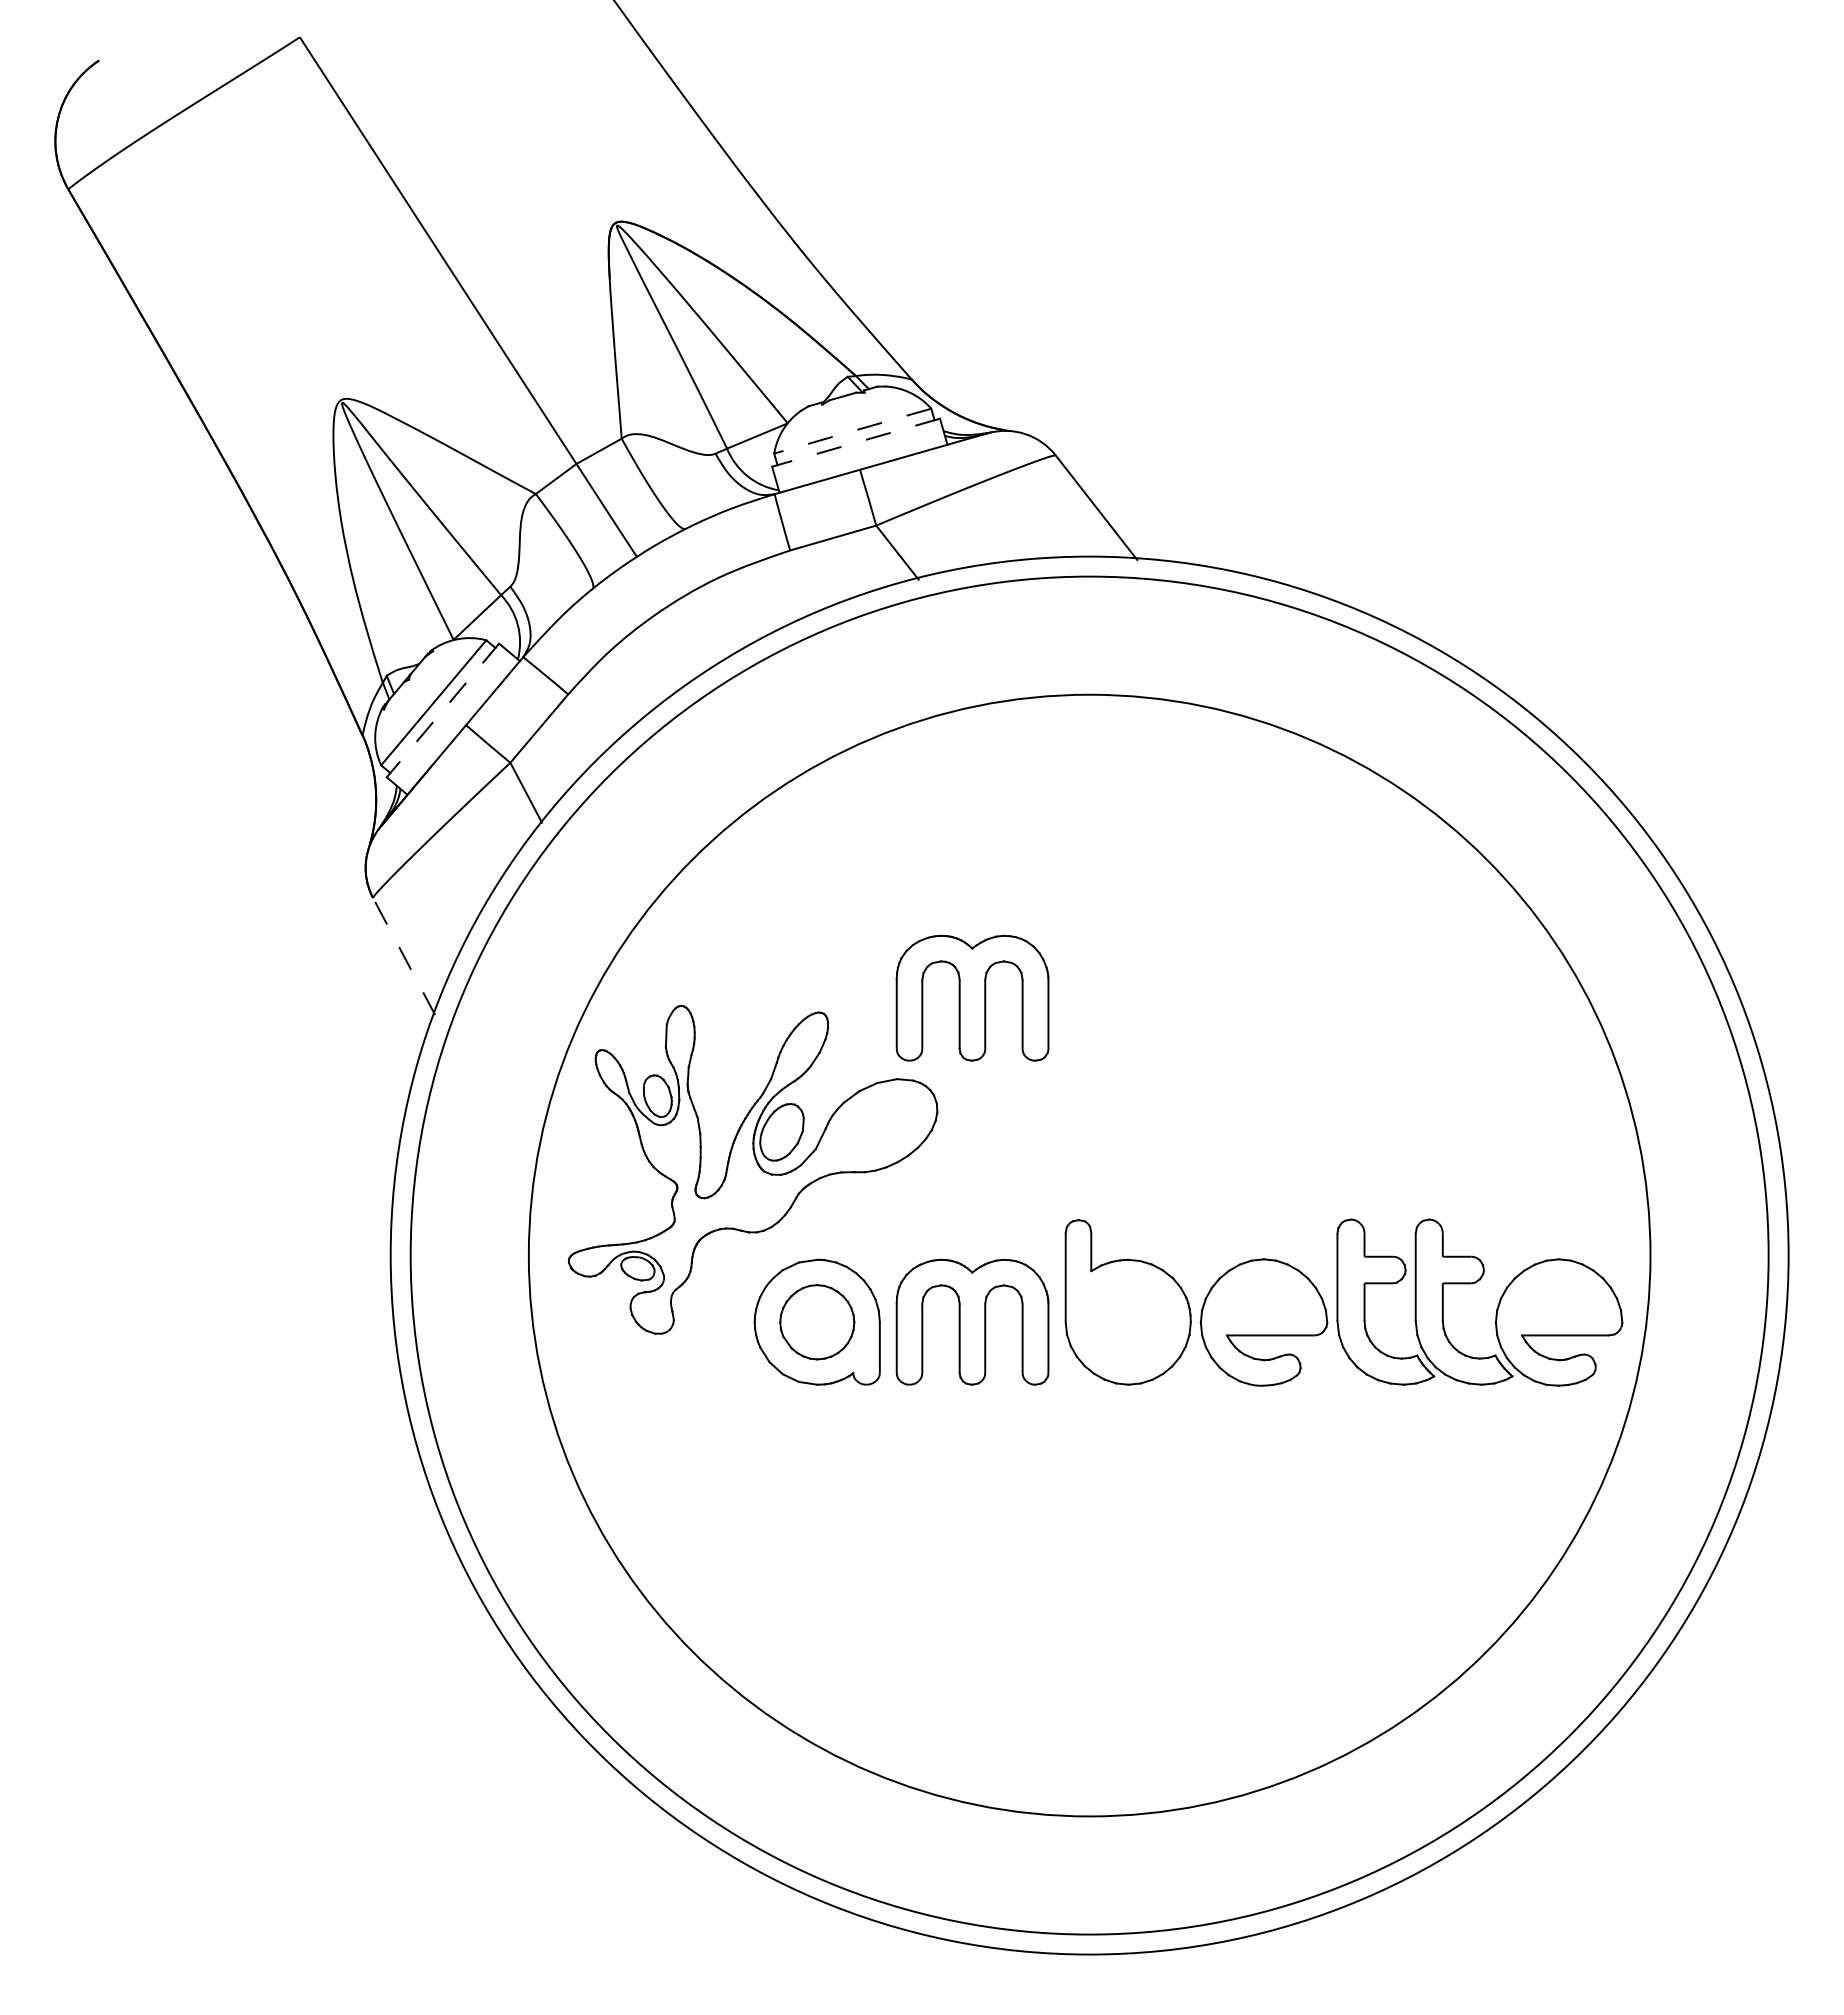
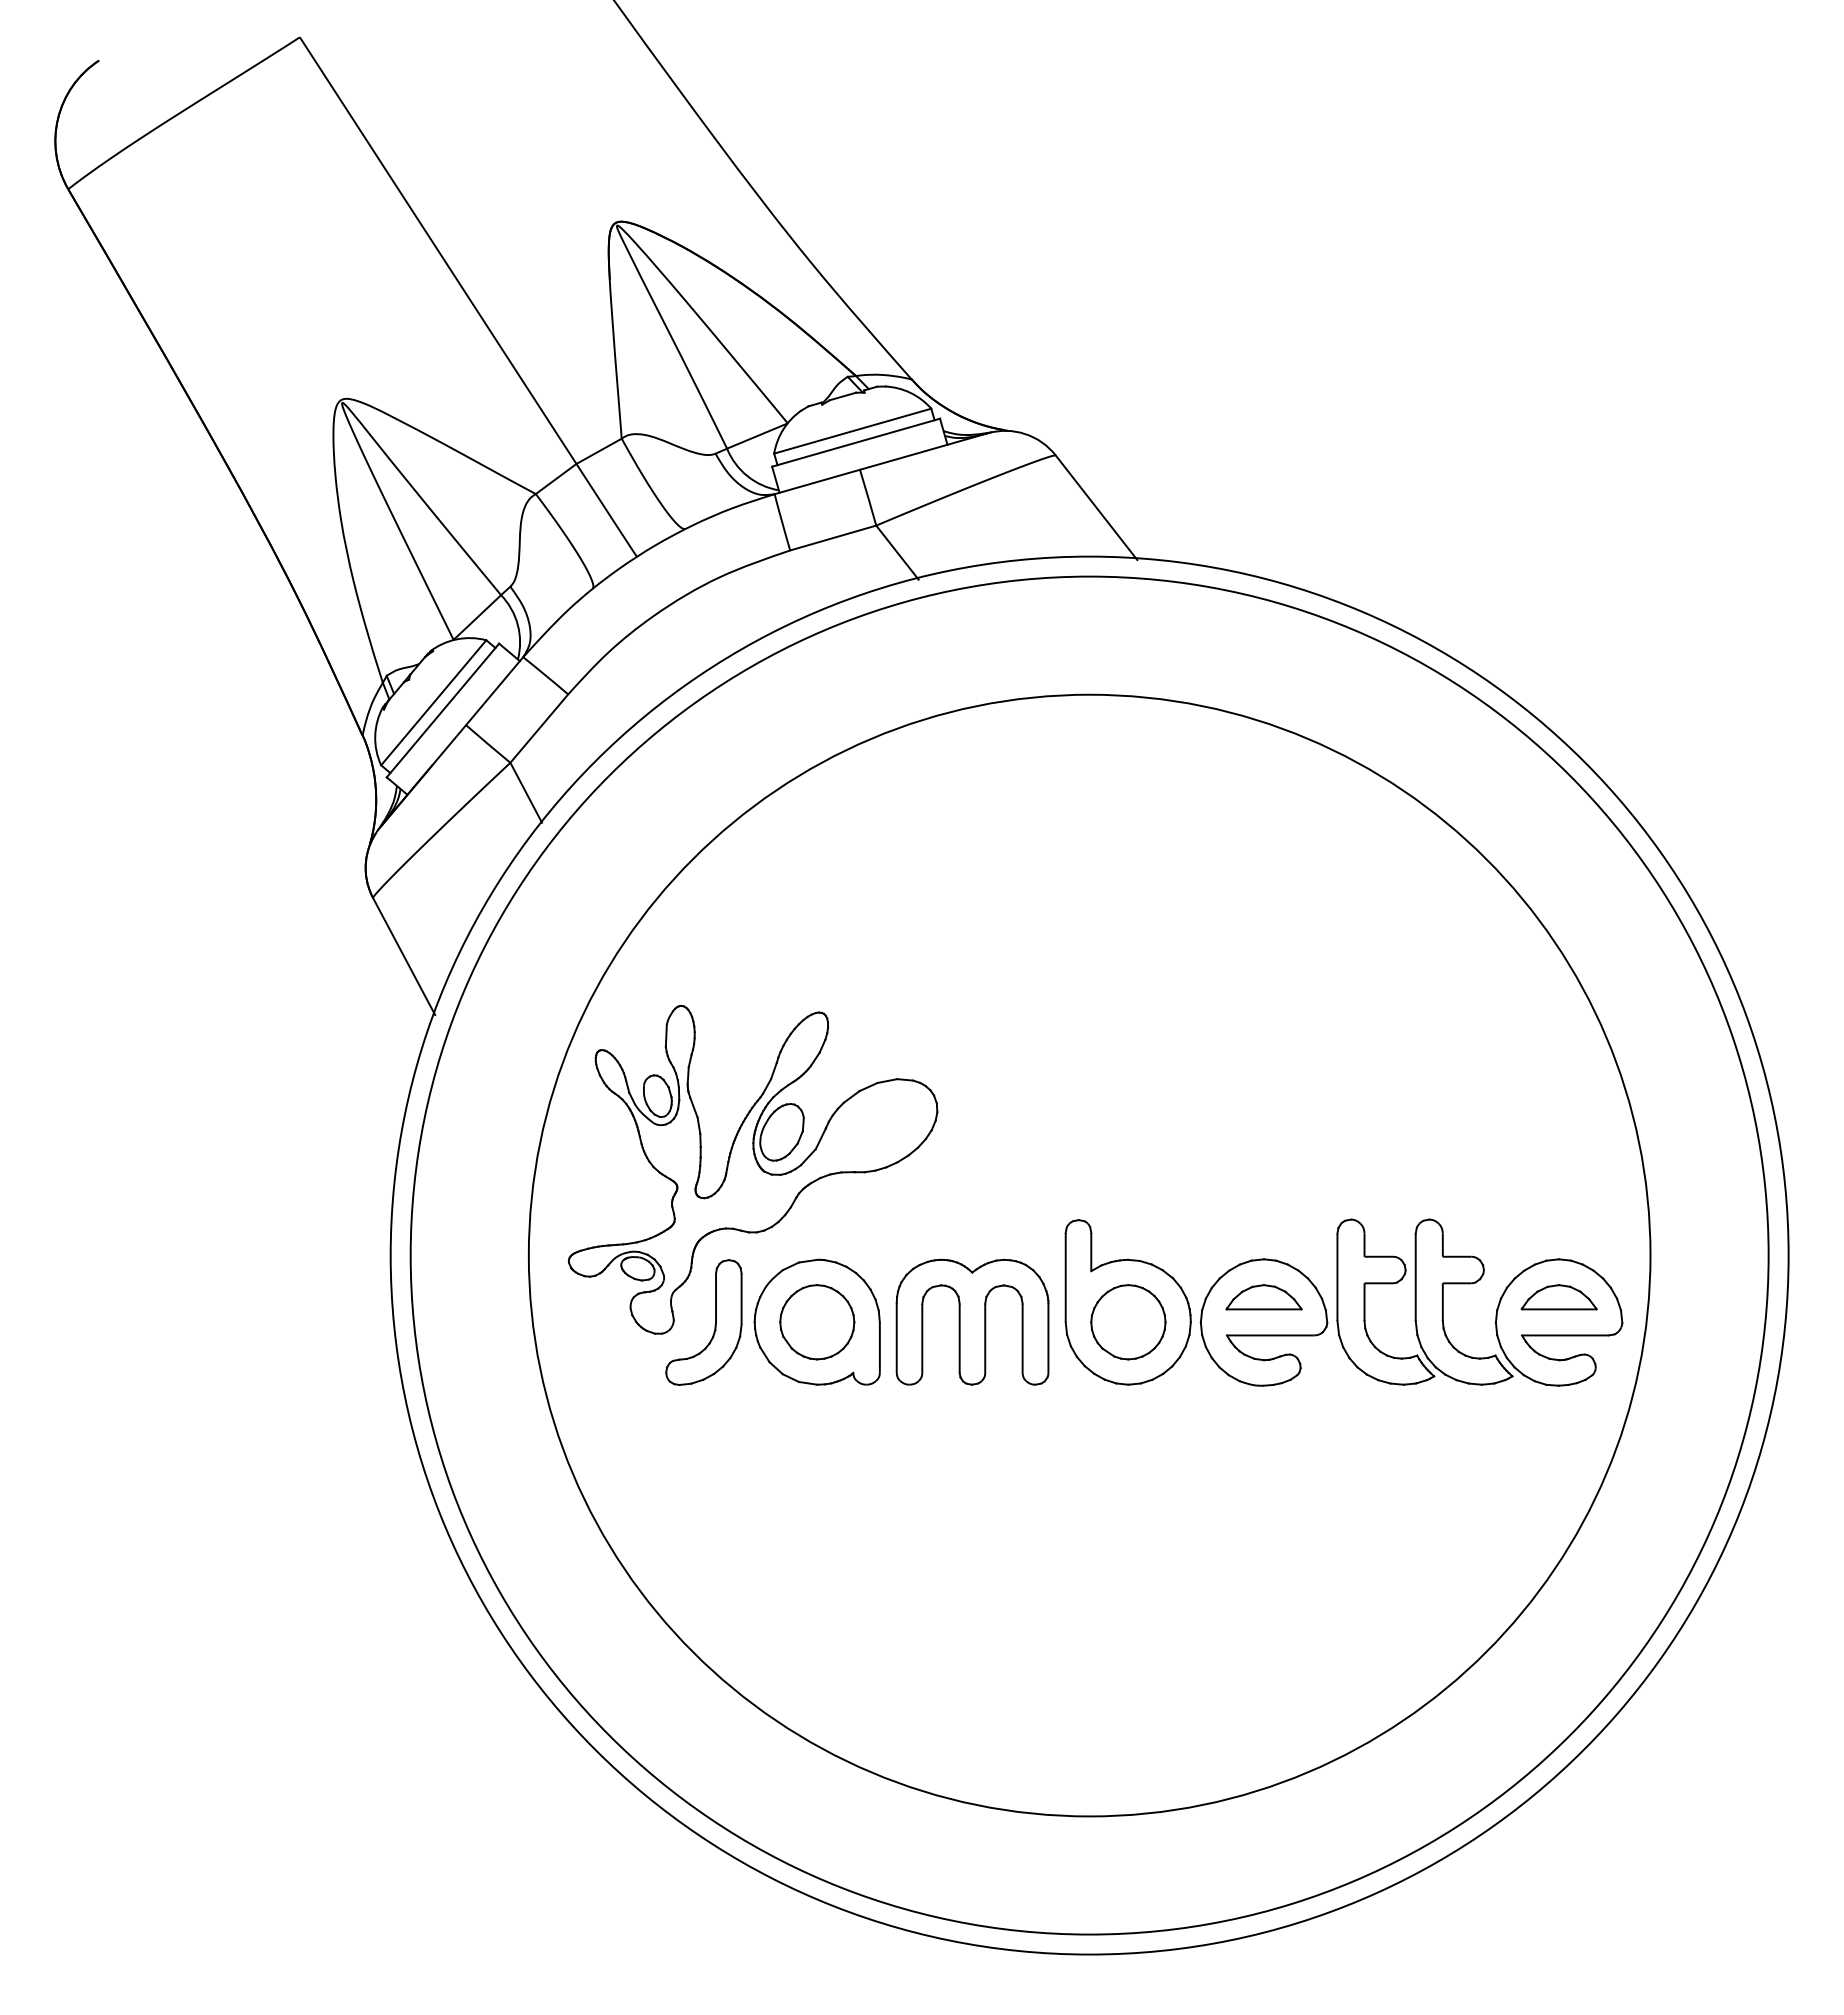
line at (852, 431): dashed -> solid
line at (855, 442): dashed -> solid
line at (442, 710): dashed -> solid
line at (403, 956): dashed -> solid
part at (972, 997): present -> none
part at (1263, 1297): none -> present
part at (1558, 1297): none -> present
part at (1128, 1322): none -> present
part at (714, 1325): none -> present
